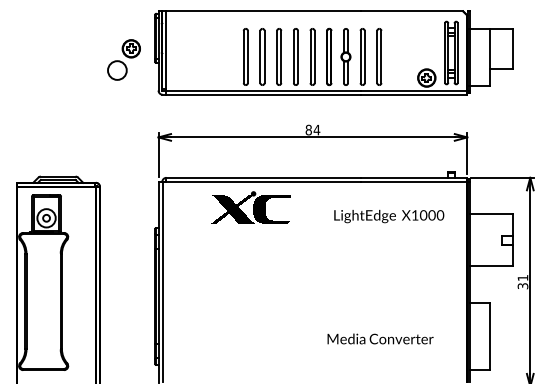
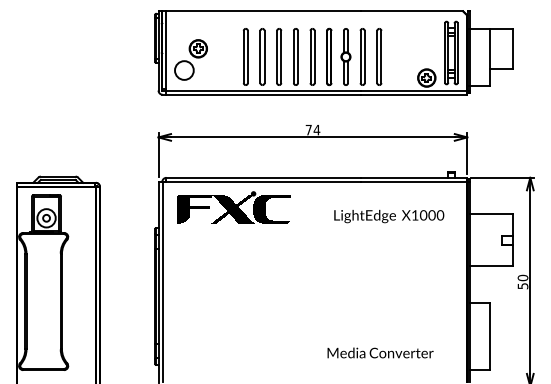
part at (123, 59) position: (123, 59) -> (190, 59)
text at (308, 129): 84 -> 74
hatch at (193, 208): none -> present
text at (522, 281): 31 -> 50
text at (380, 338) position: (380, 338) -> (380, 352)
